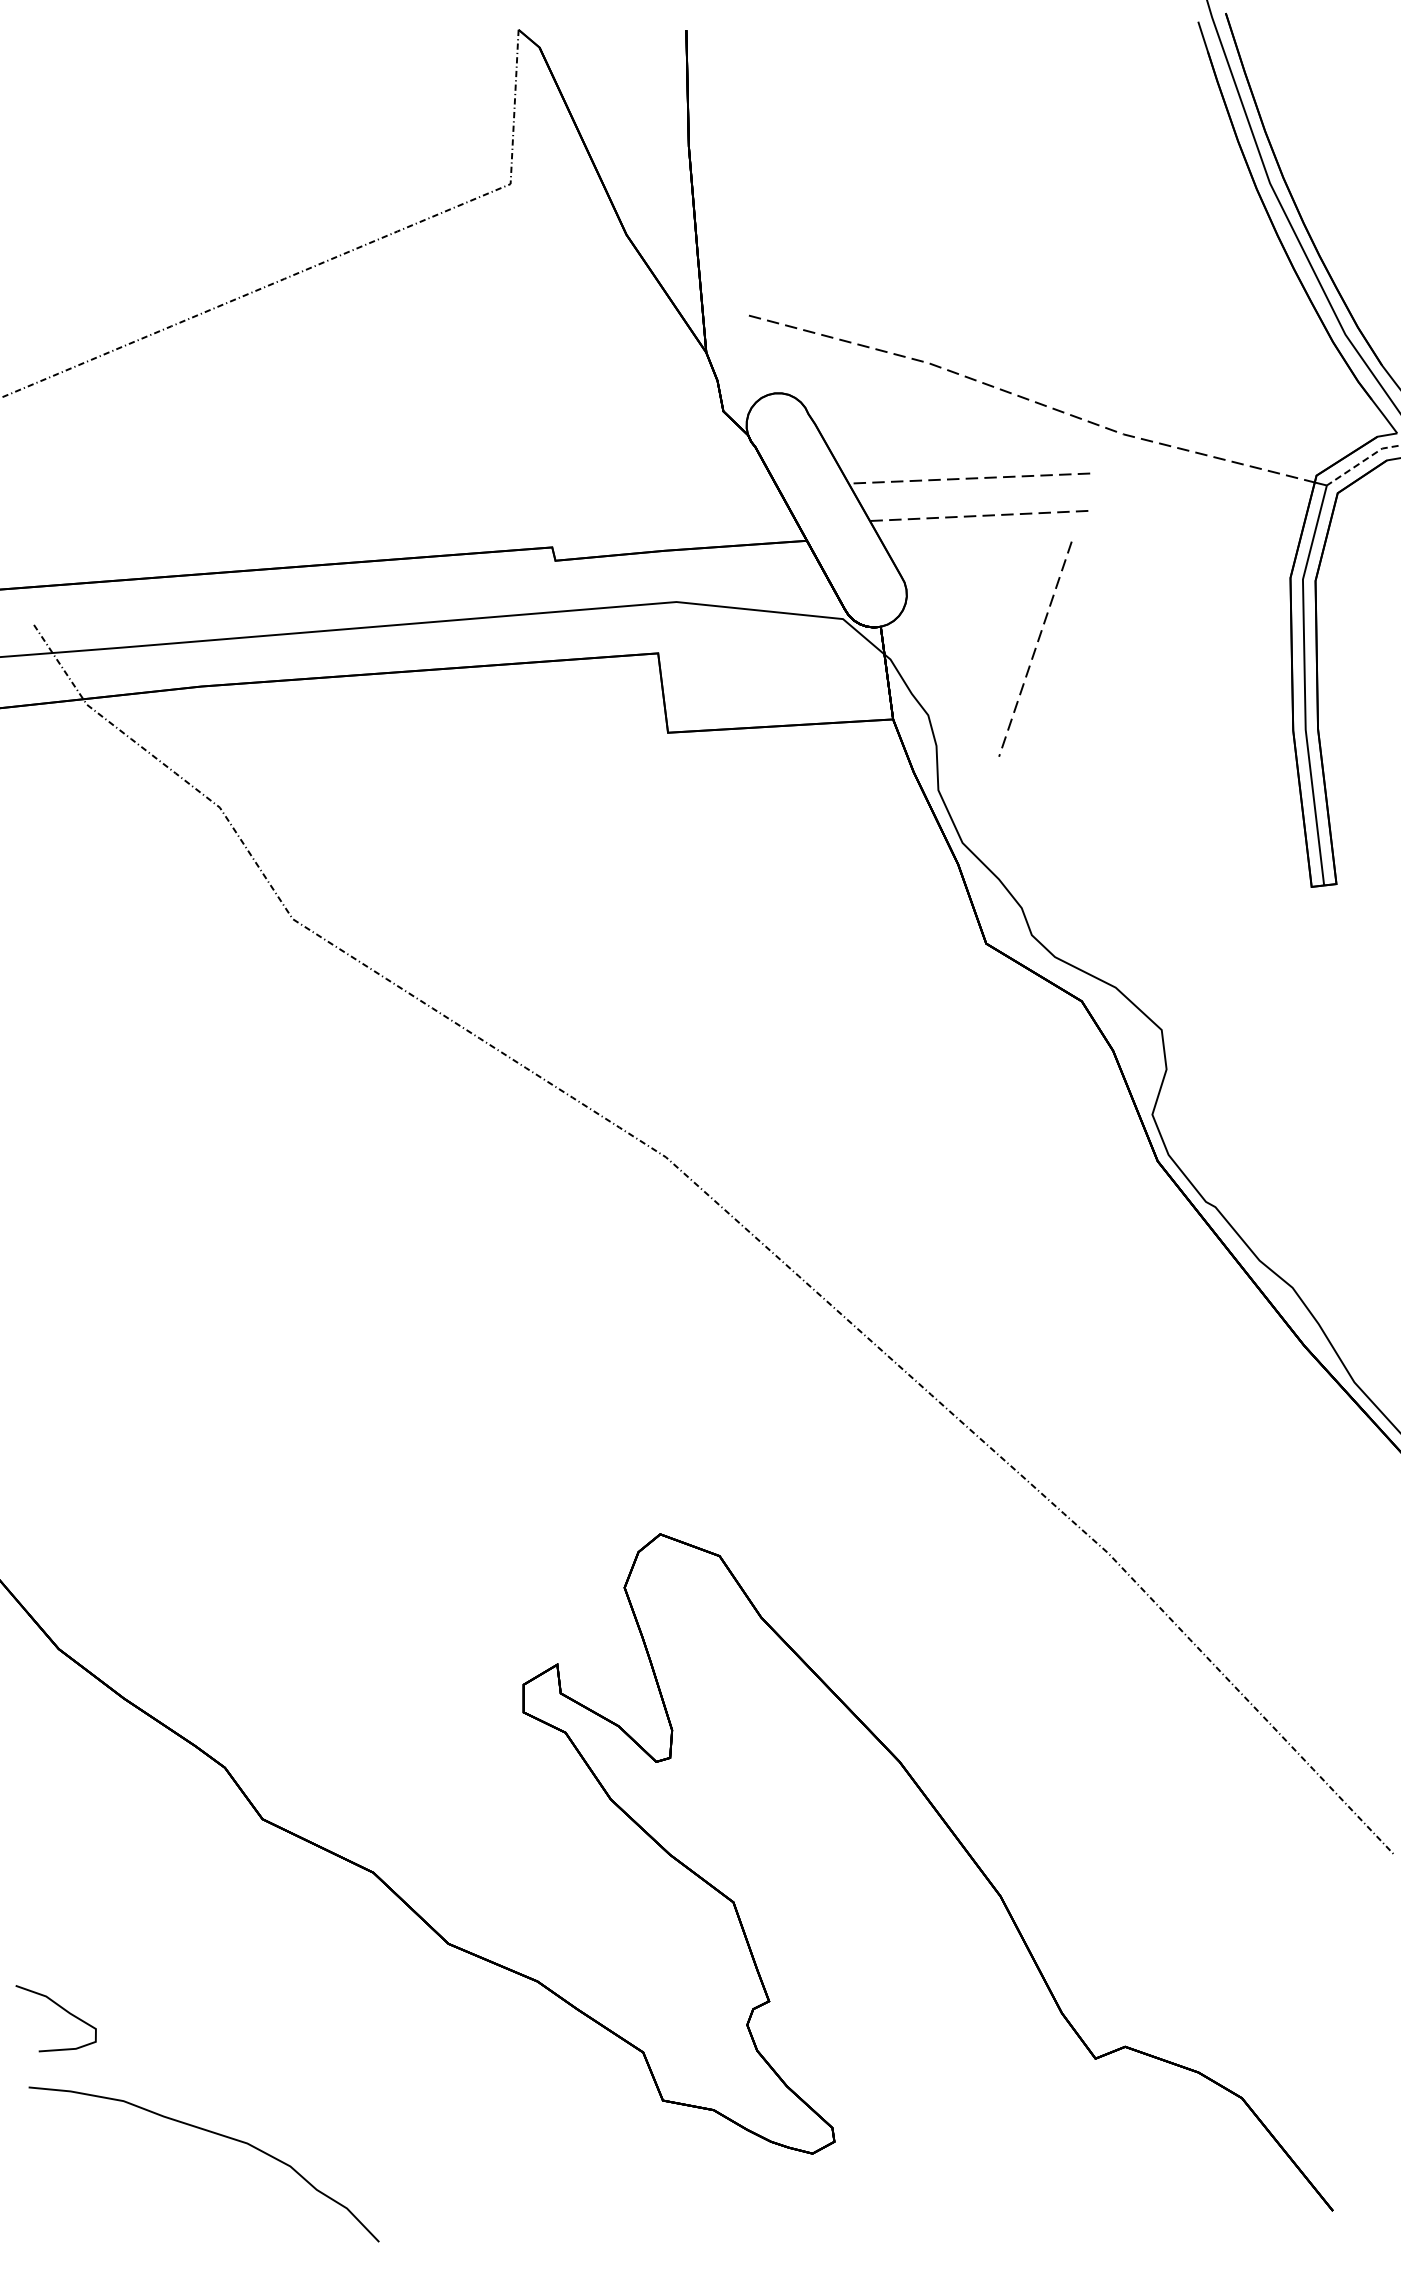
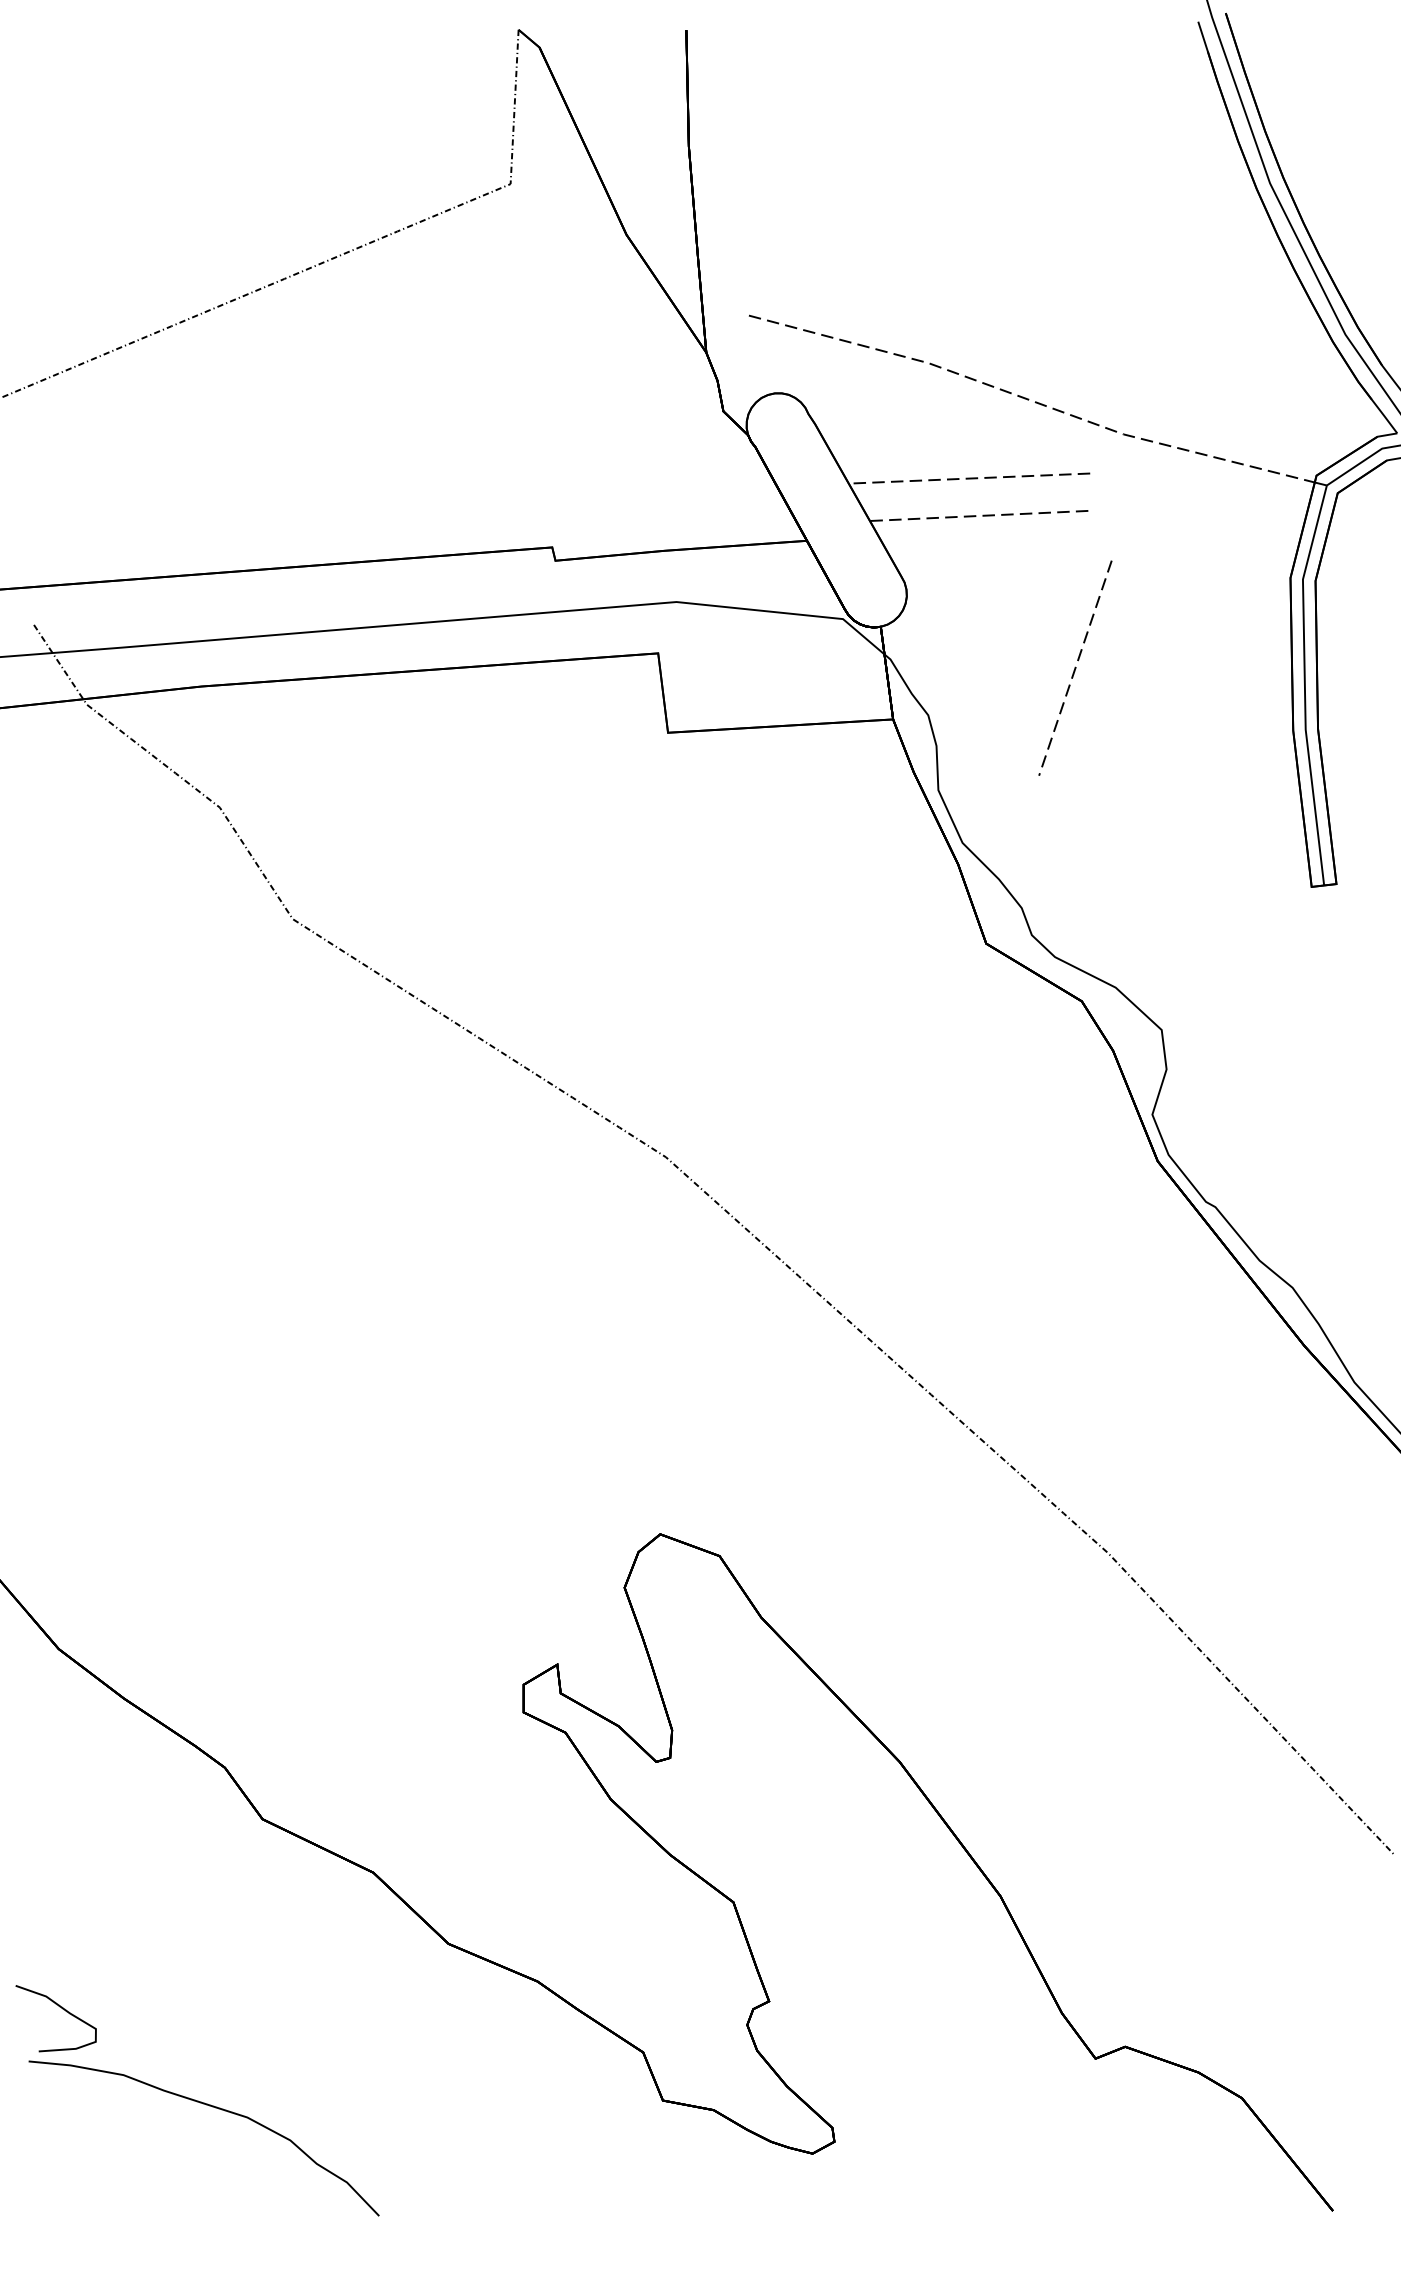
line at (1362, 461): dashed -> solid
line at (1035, 648) position: (1035, 648) -> (1075, 667)
curve at (212, 2133) position: (212, 2133) -> (212, 2107)
